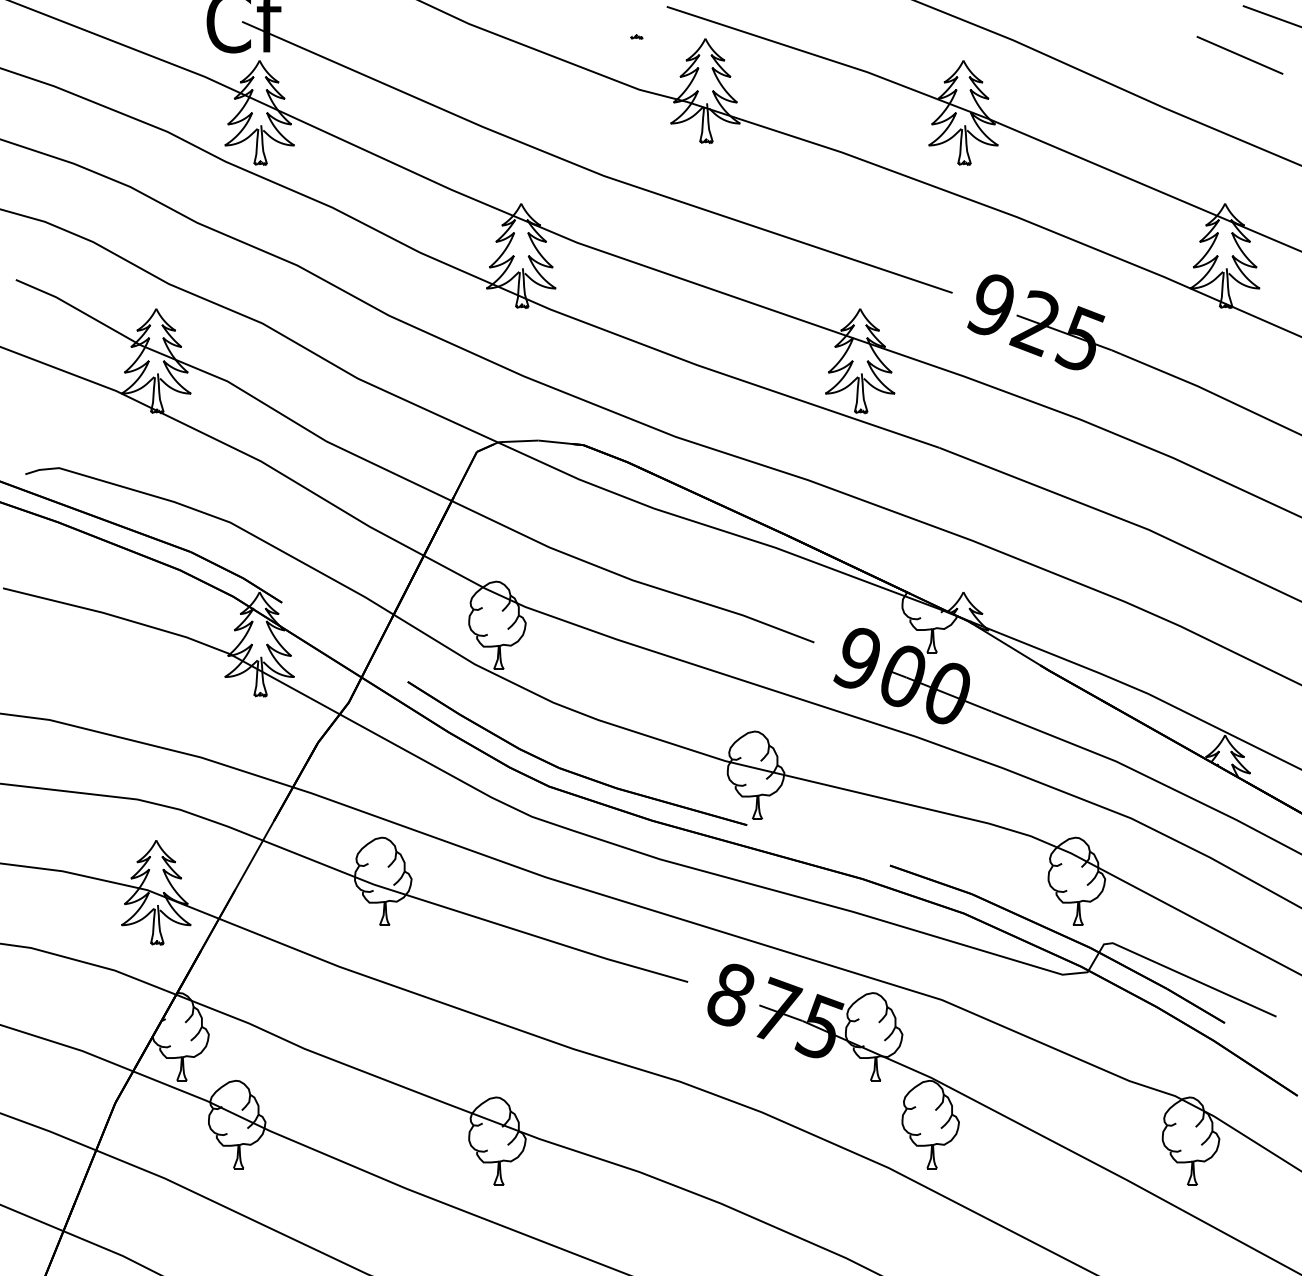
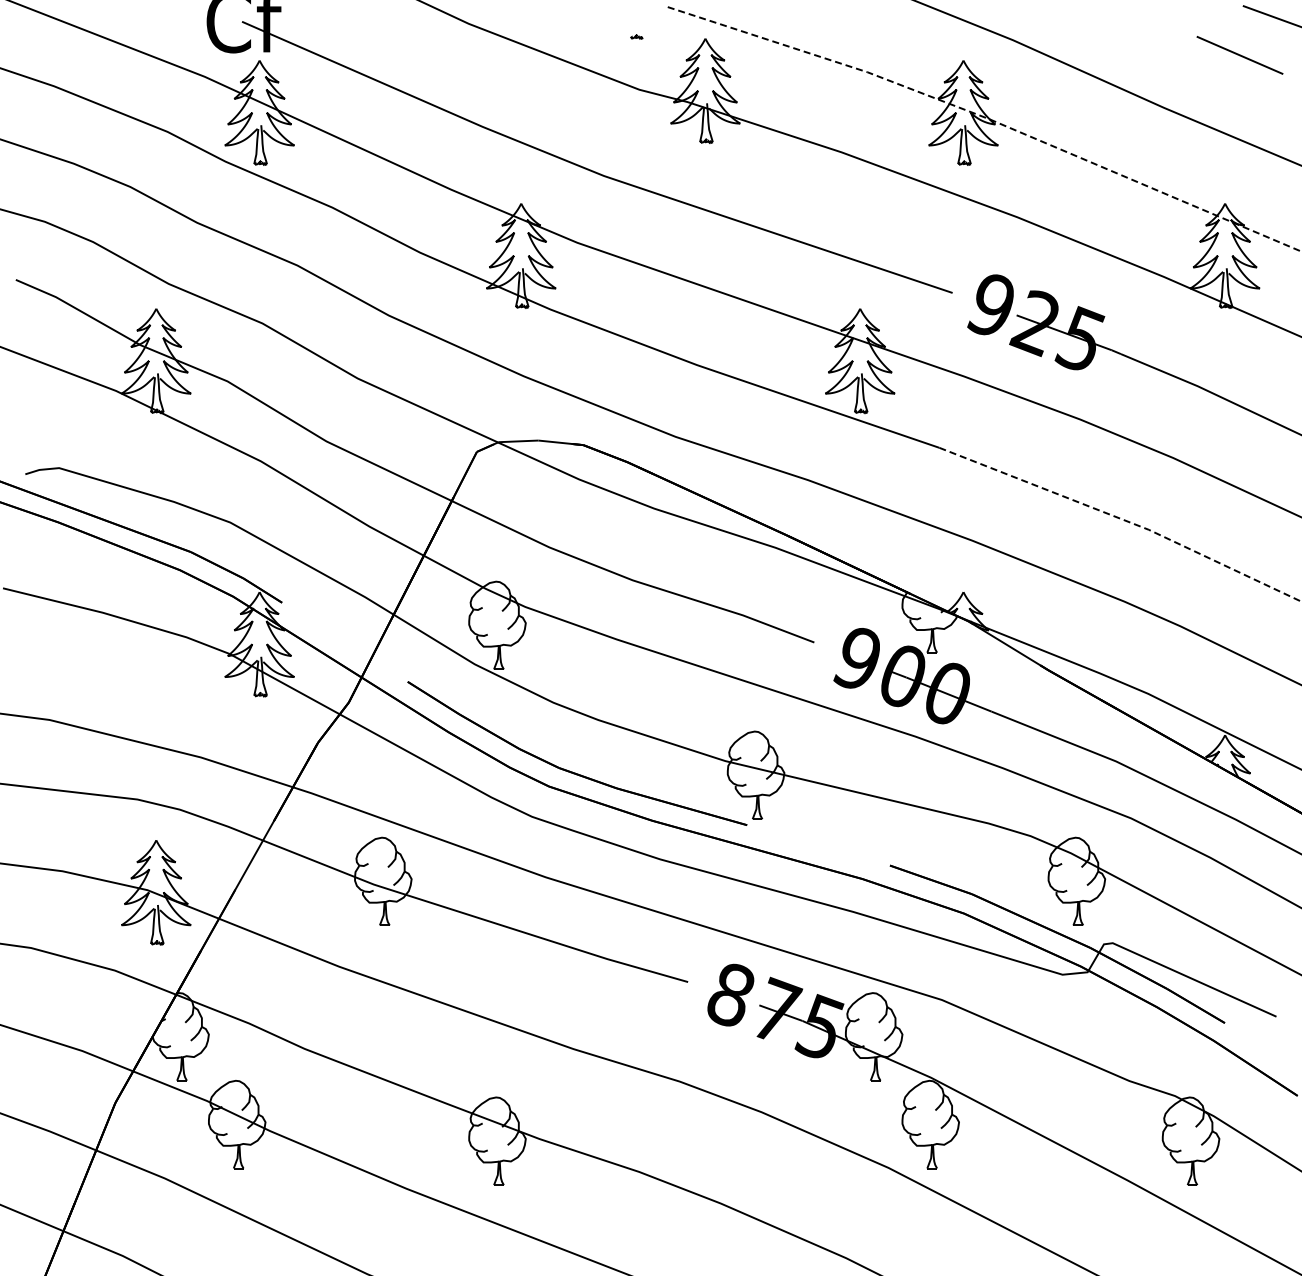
line at (987, 118): solid -> dashed
line at (1123, 519): solid -> dashed
